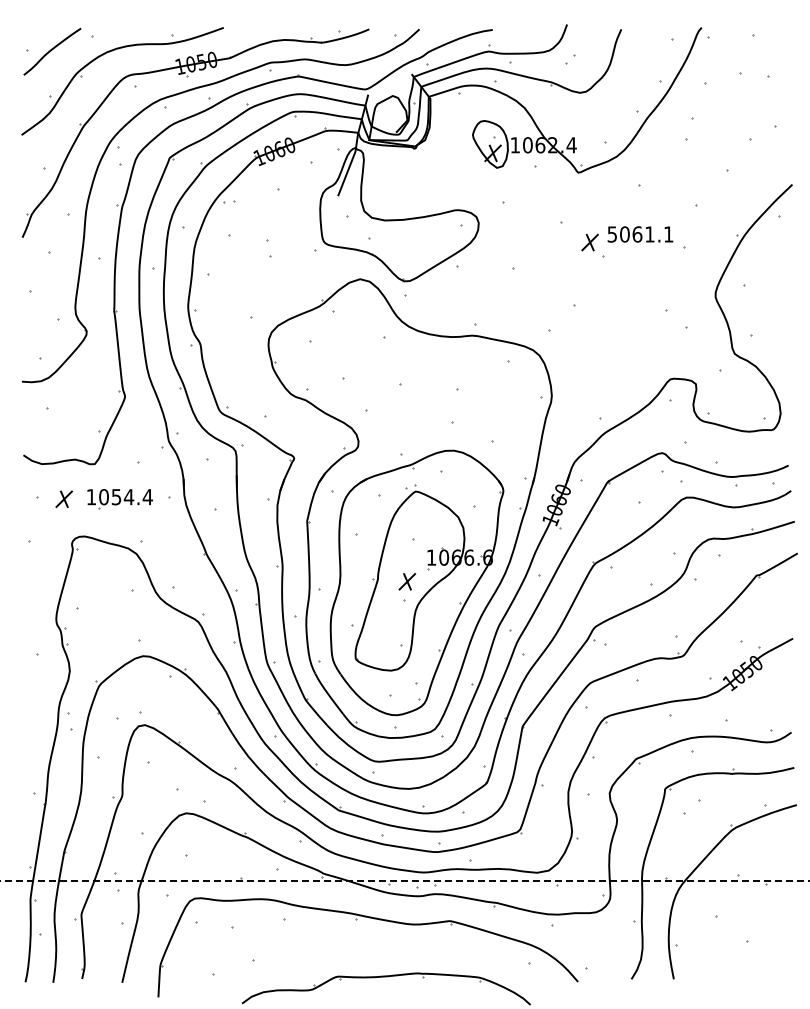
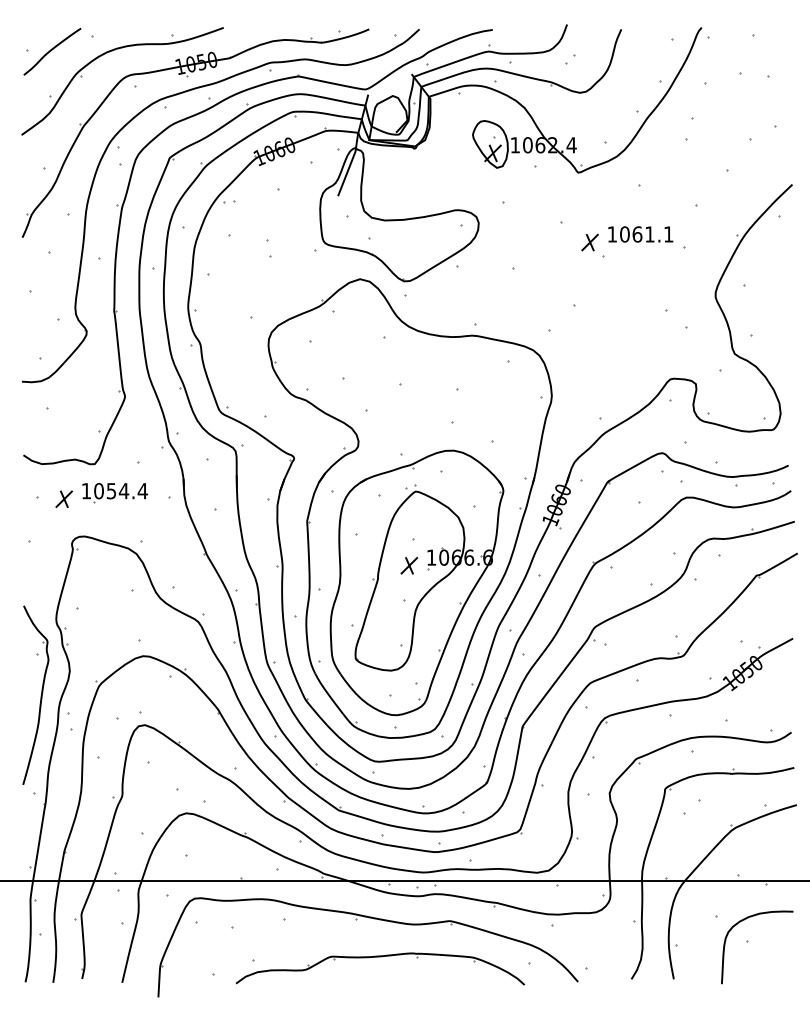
text at (611, 234): 5061.1 -> 1061.1
part at (119, 499) position: (119, 499) -> (114, 493)
part at (406, 581) position: (406, 581) -> (408, 565)
part at (35, 694): none -> present
line at (405, 881): dashed -> solid
curve at (744, 920): none -> present
part at (385, 977) position: (385, 977) -> (379, 957)
